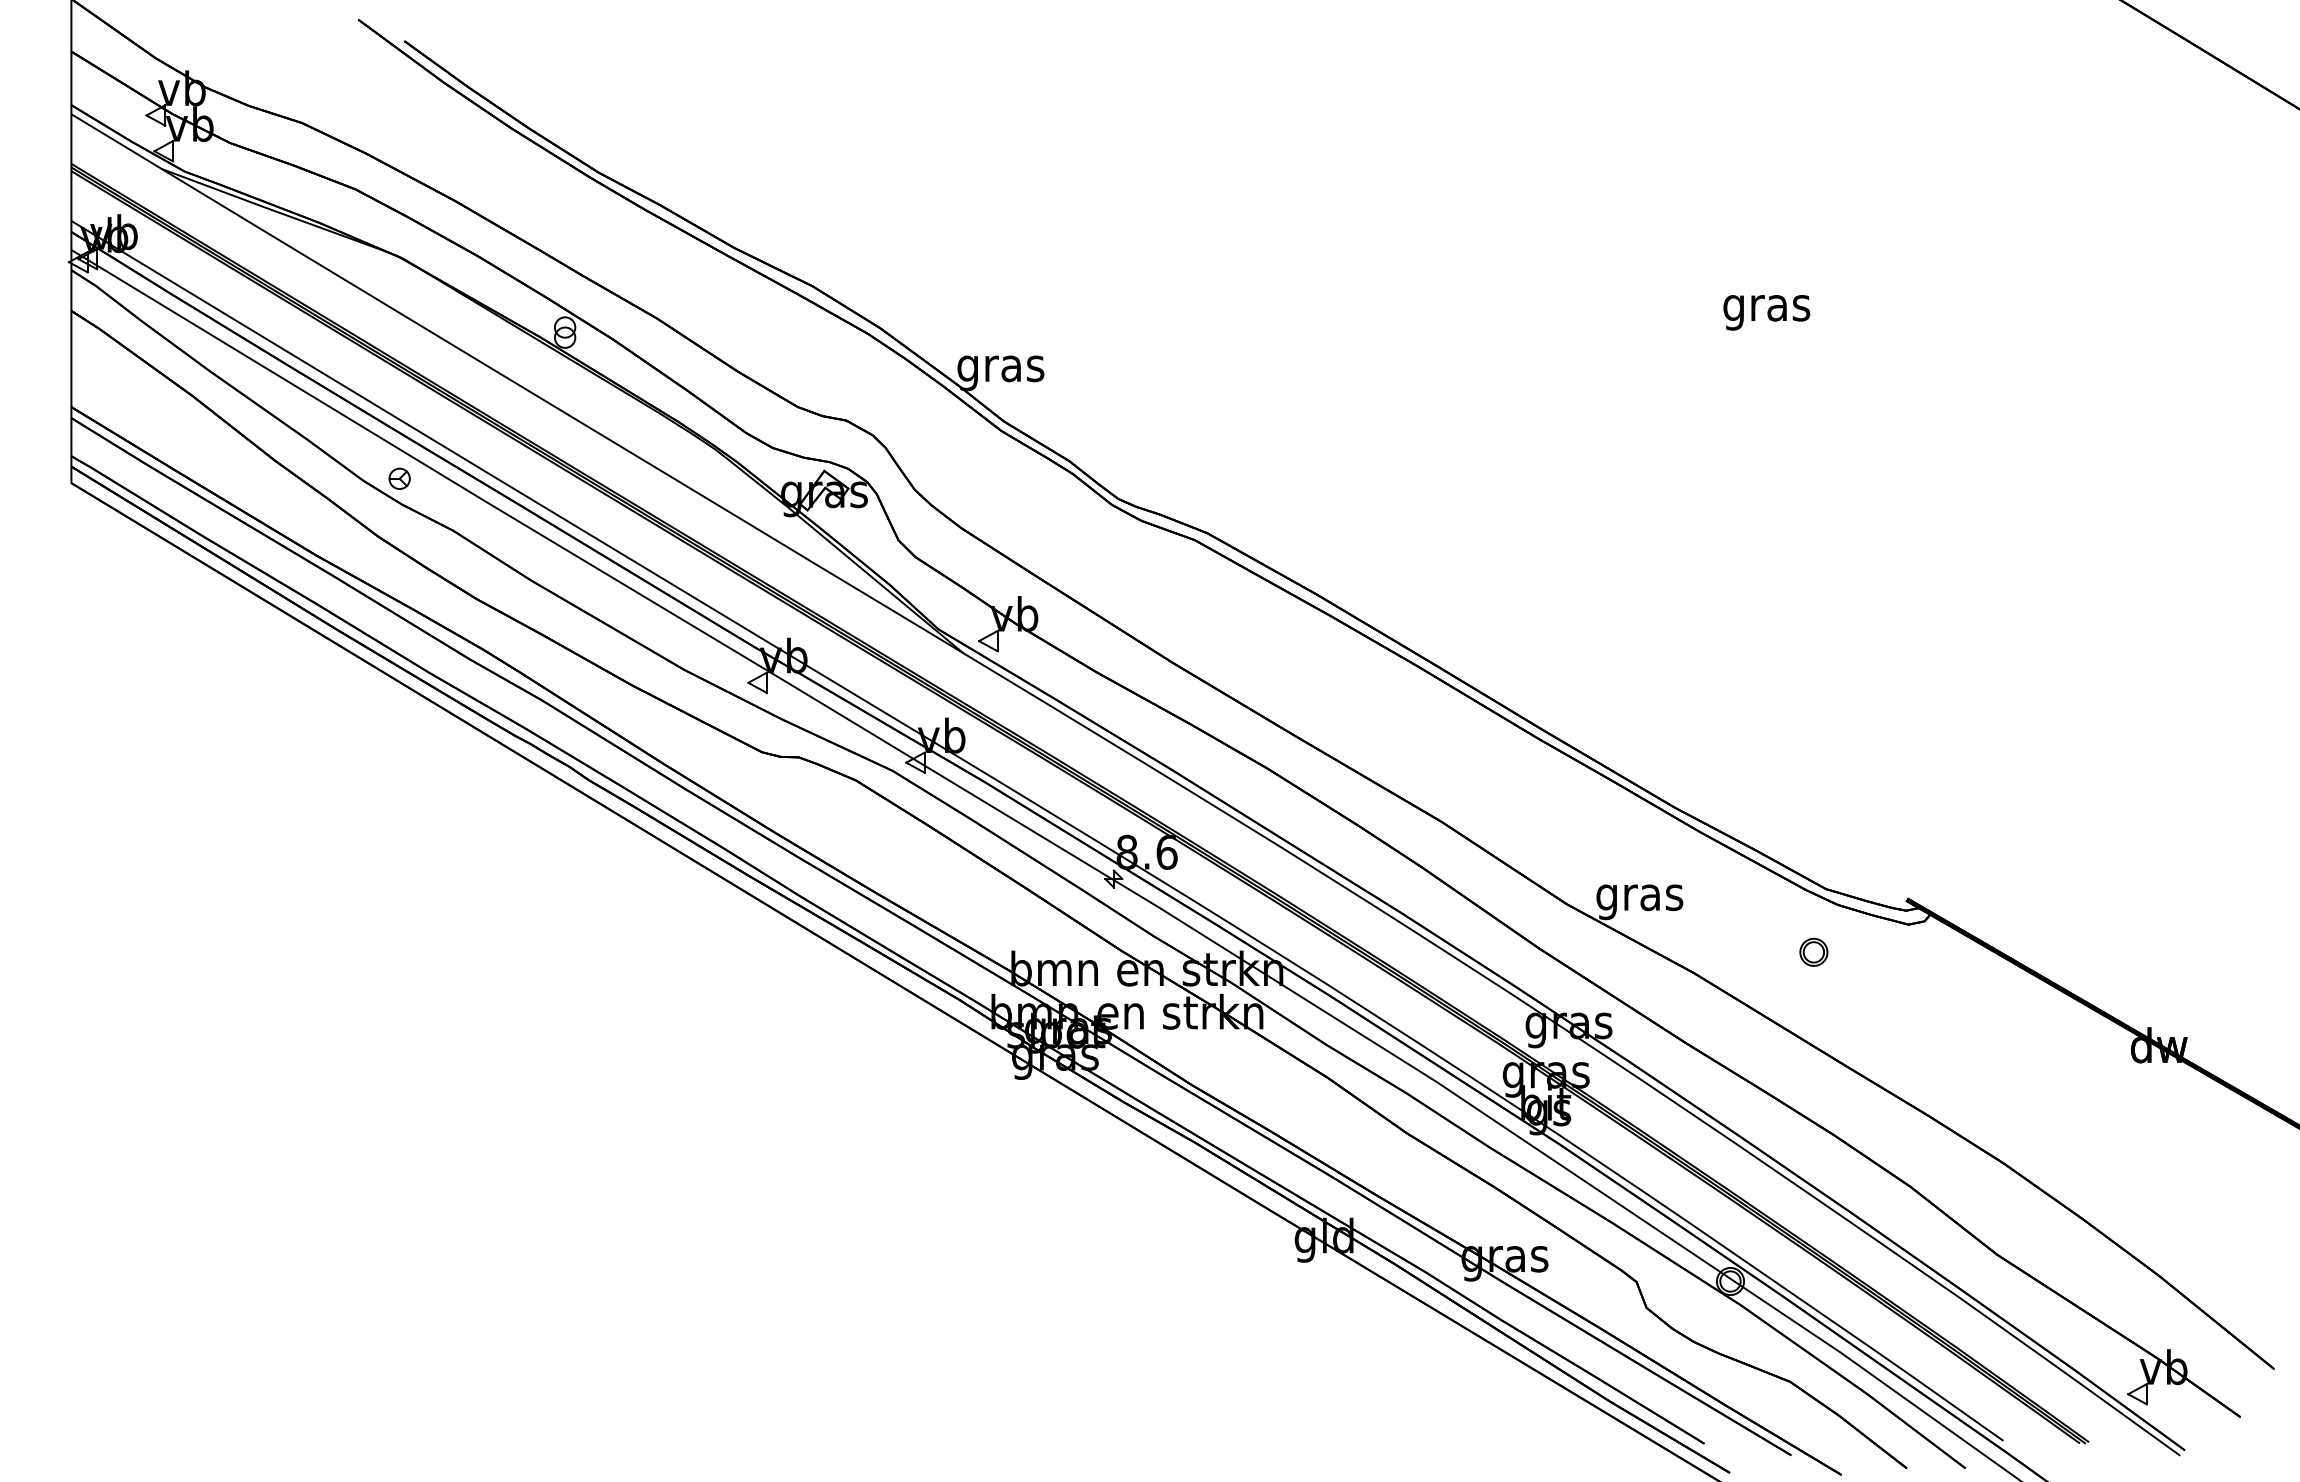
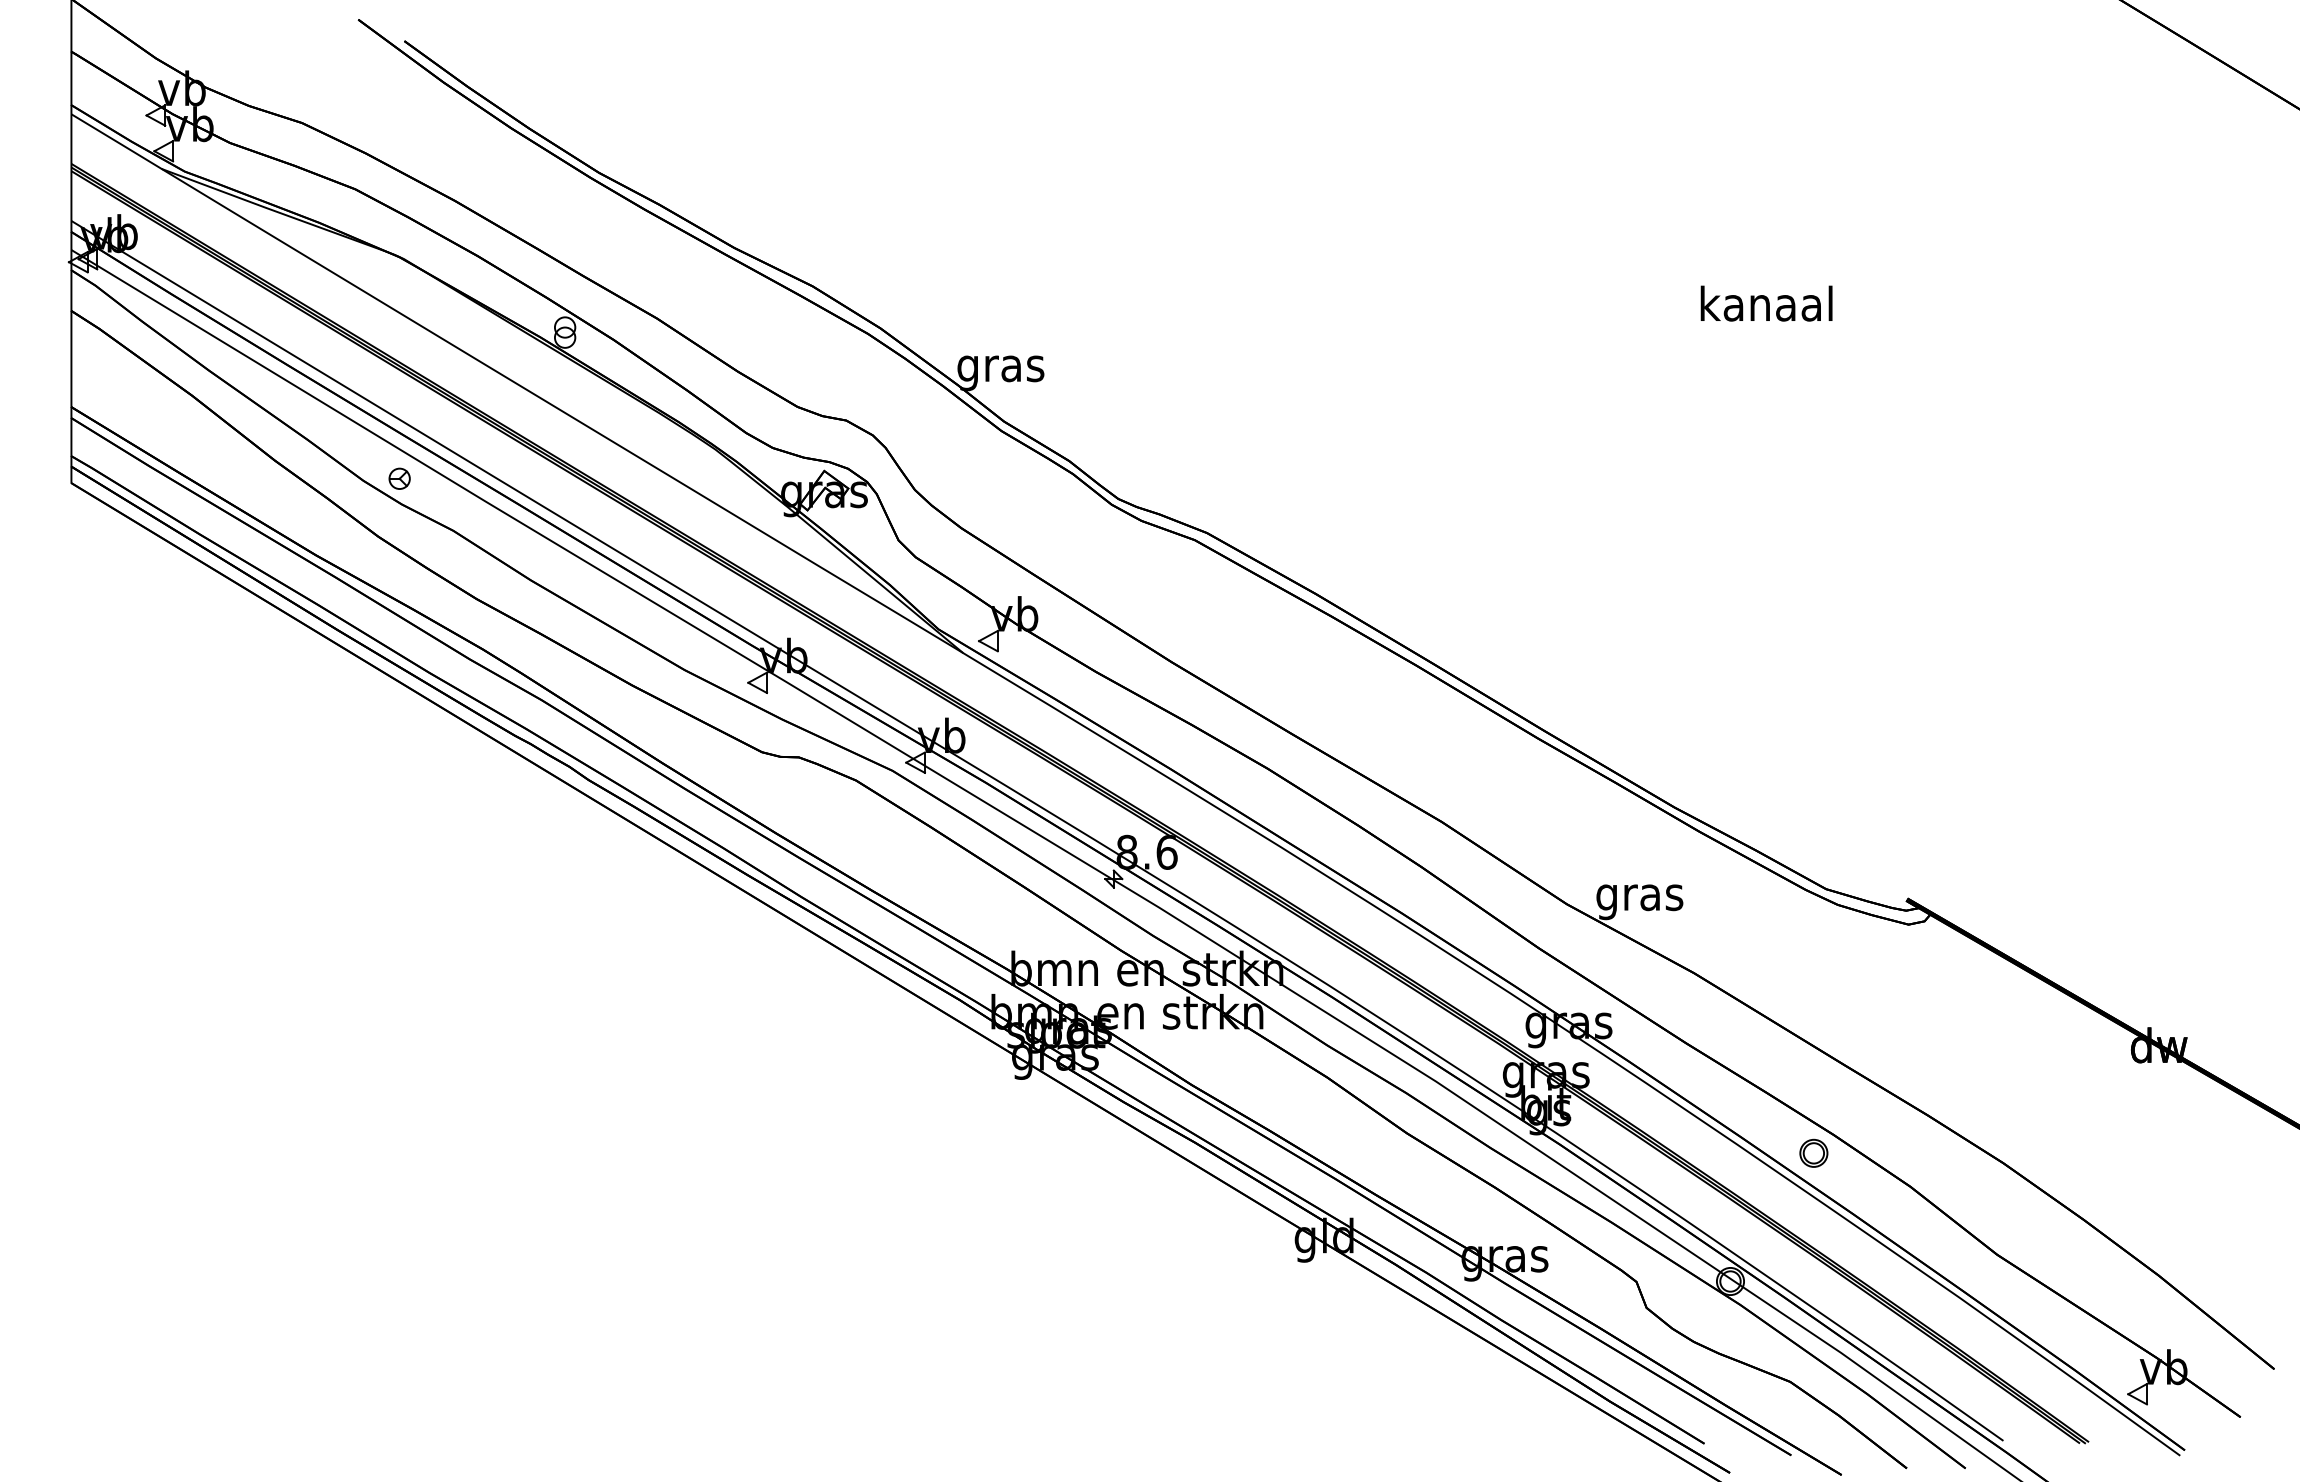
text at (1766, 307): gras -> kanaal
part at (1813, 951) position: (1813, 951) -> (1813, 1152)
